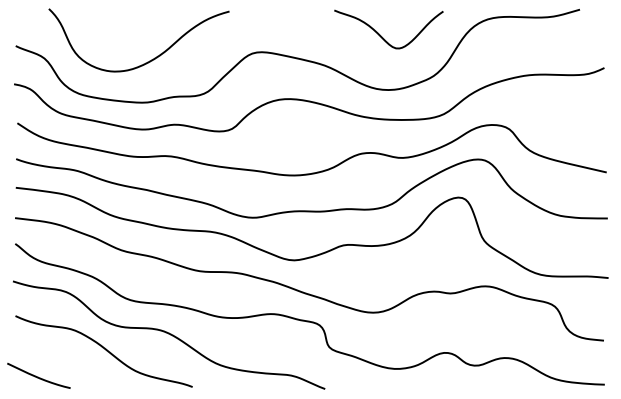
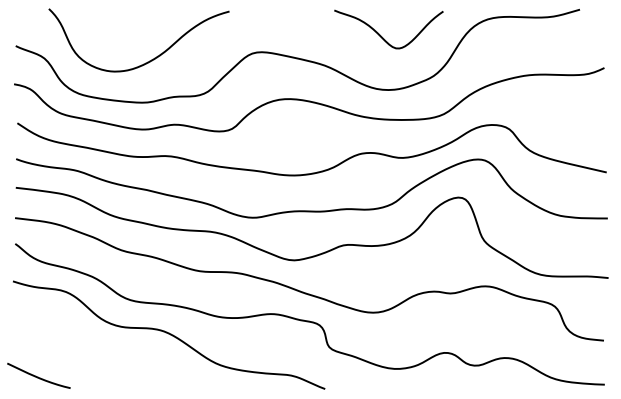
curve at (104, 349): present -> none
